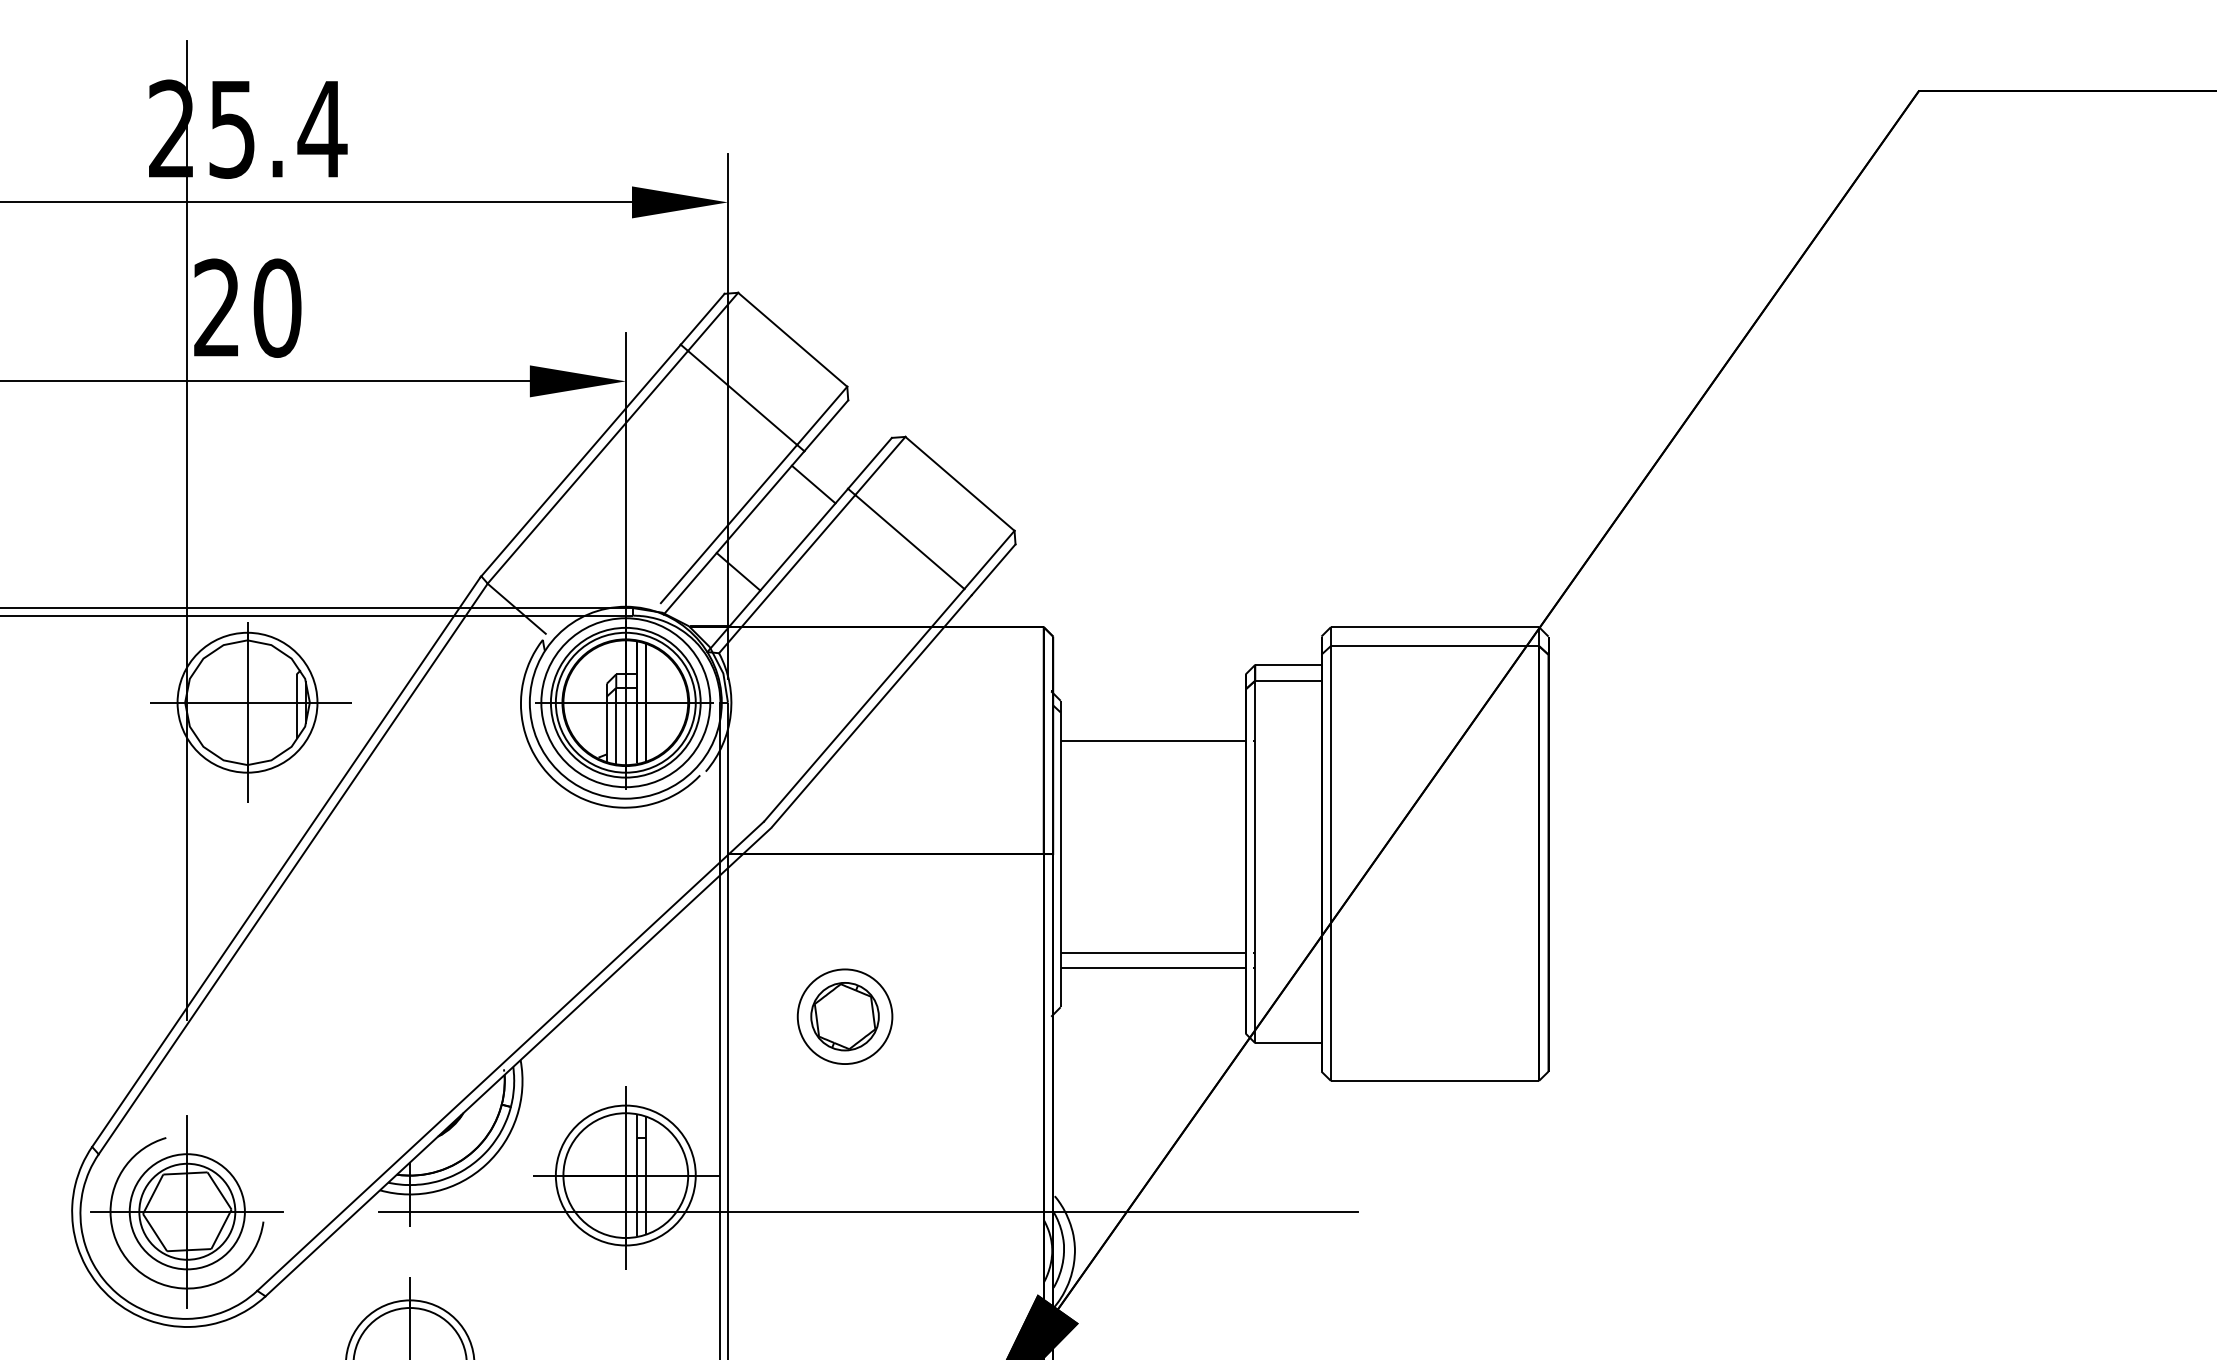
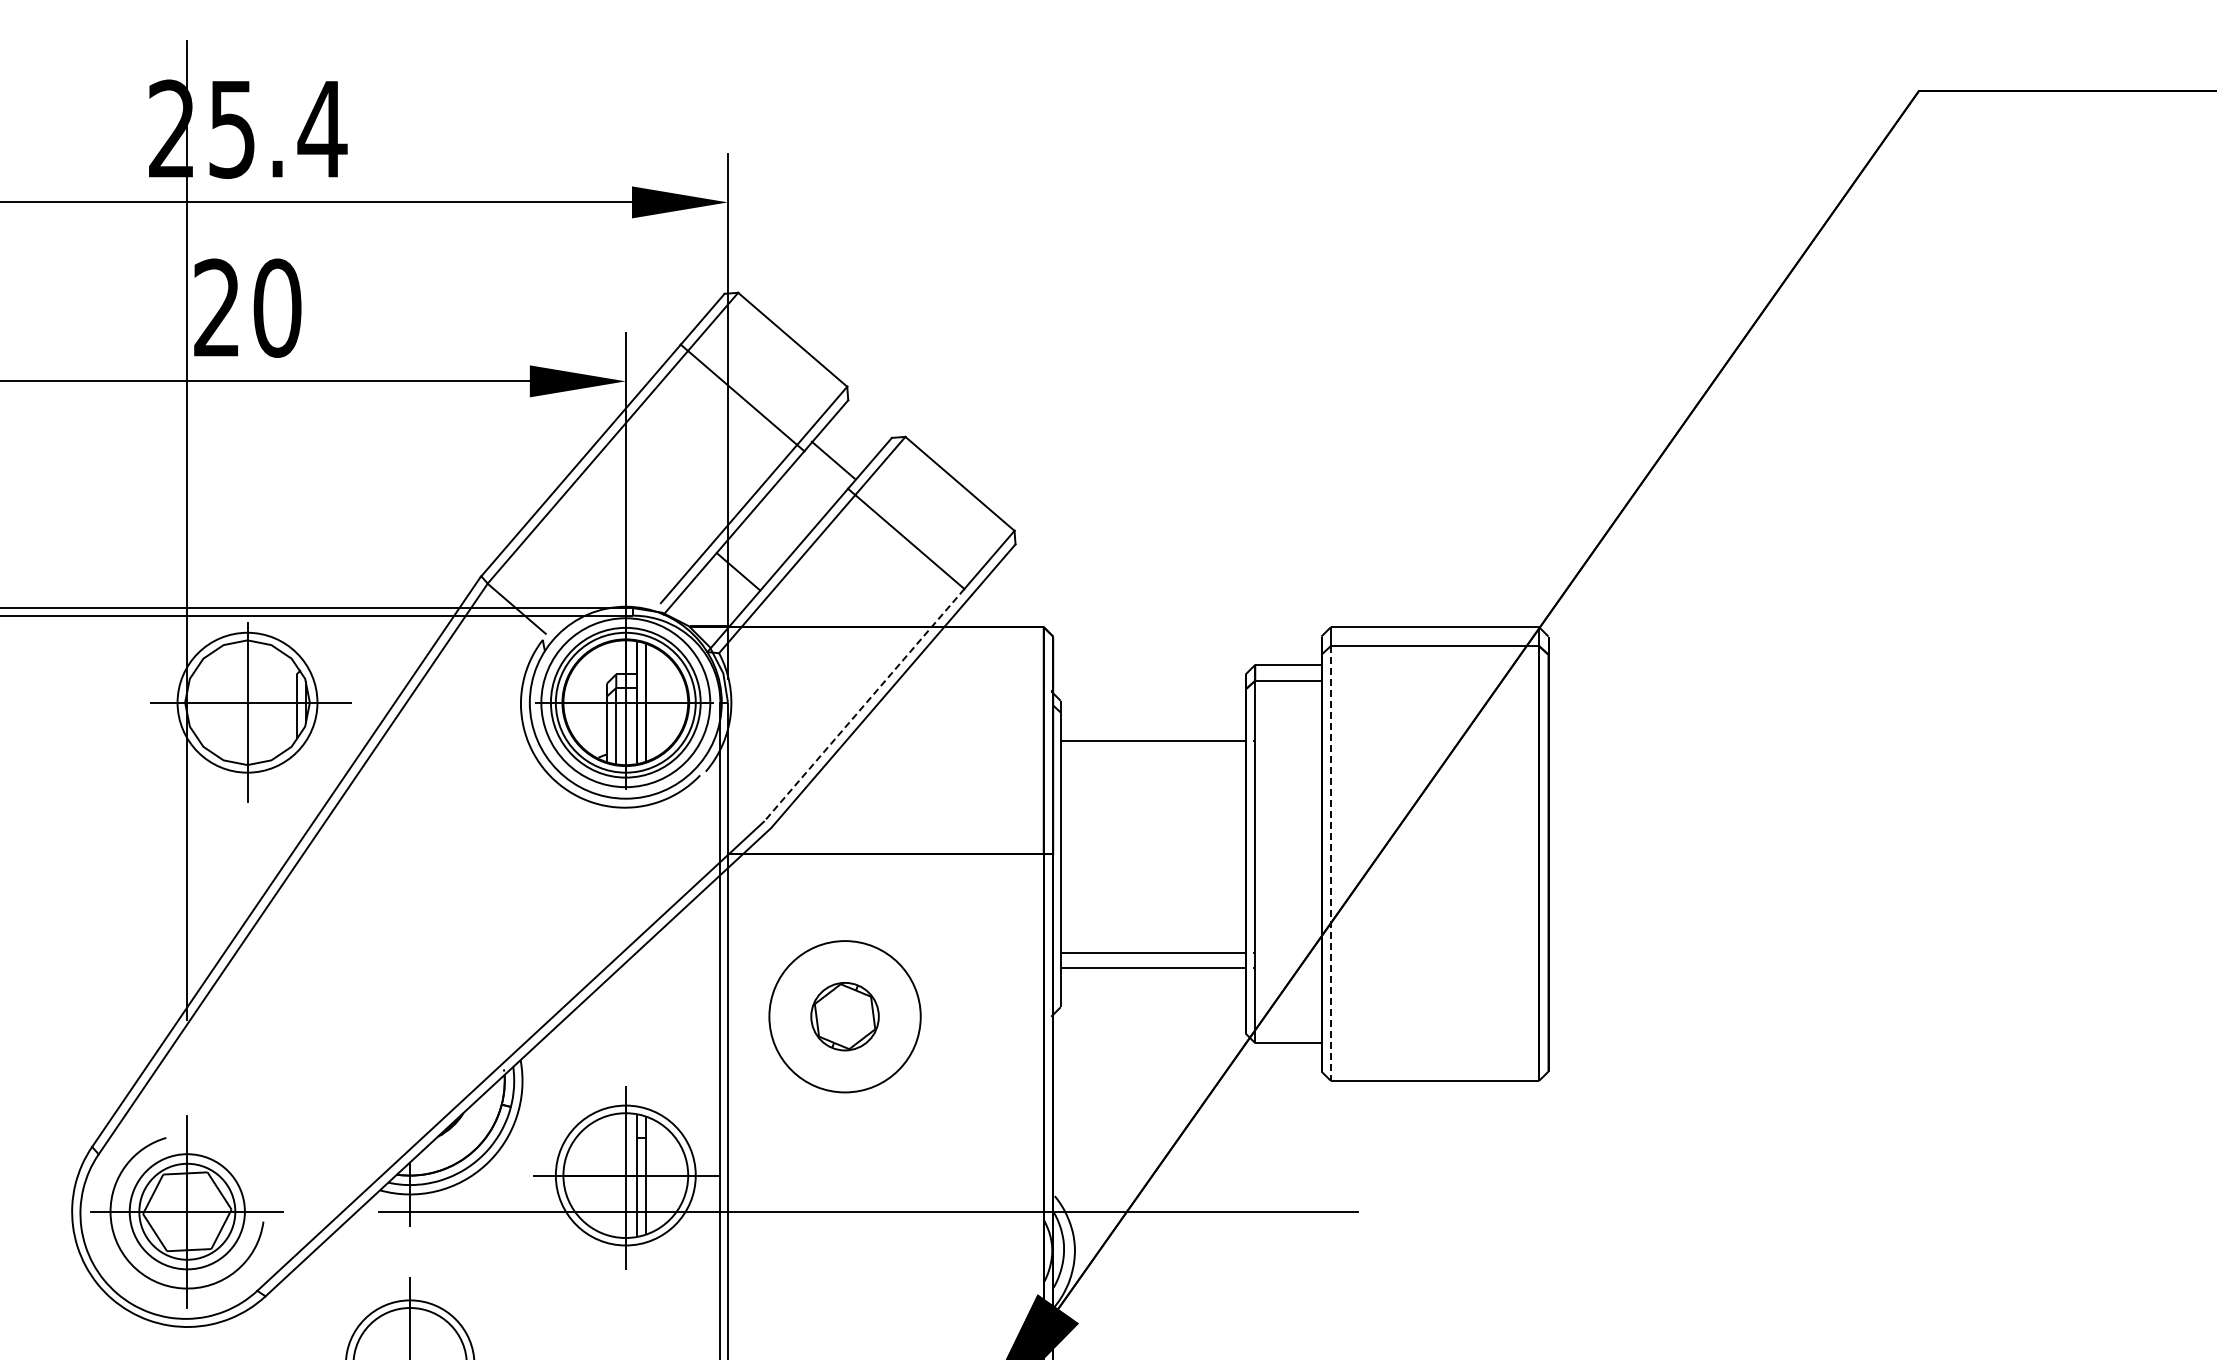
line at (813, 484) position: (813, 484) -> (833, 460)
line at (863, 705): solid -> dashed
line at (1330, 863): solid -> dashed
circle at (844, 1016) diameter: 95 px -> 151 px
